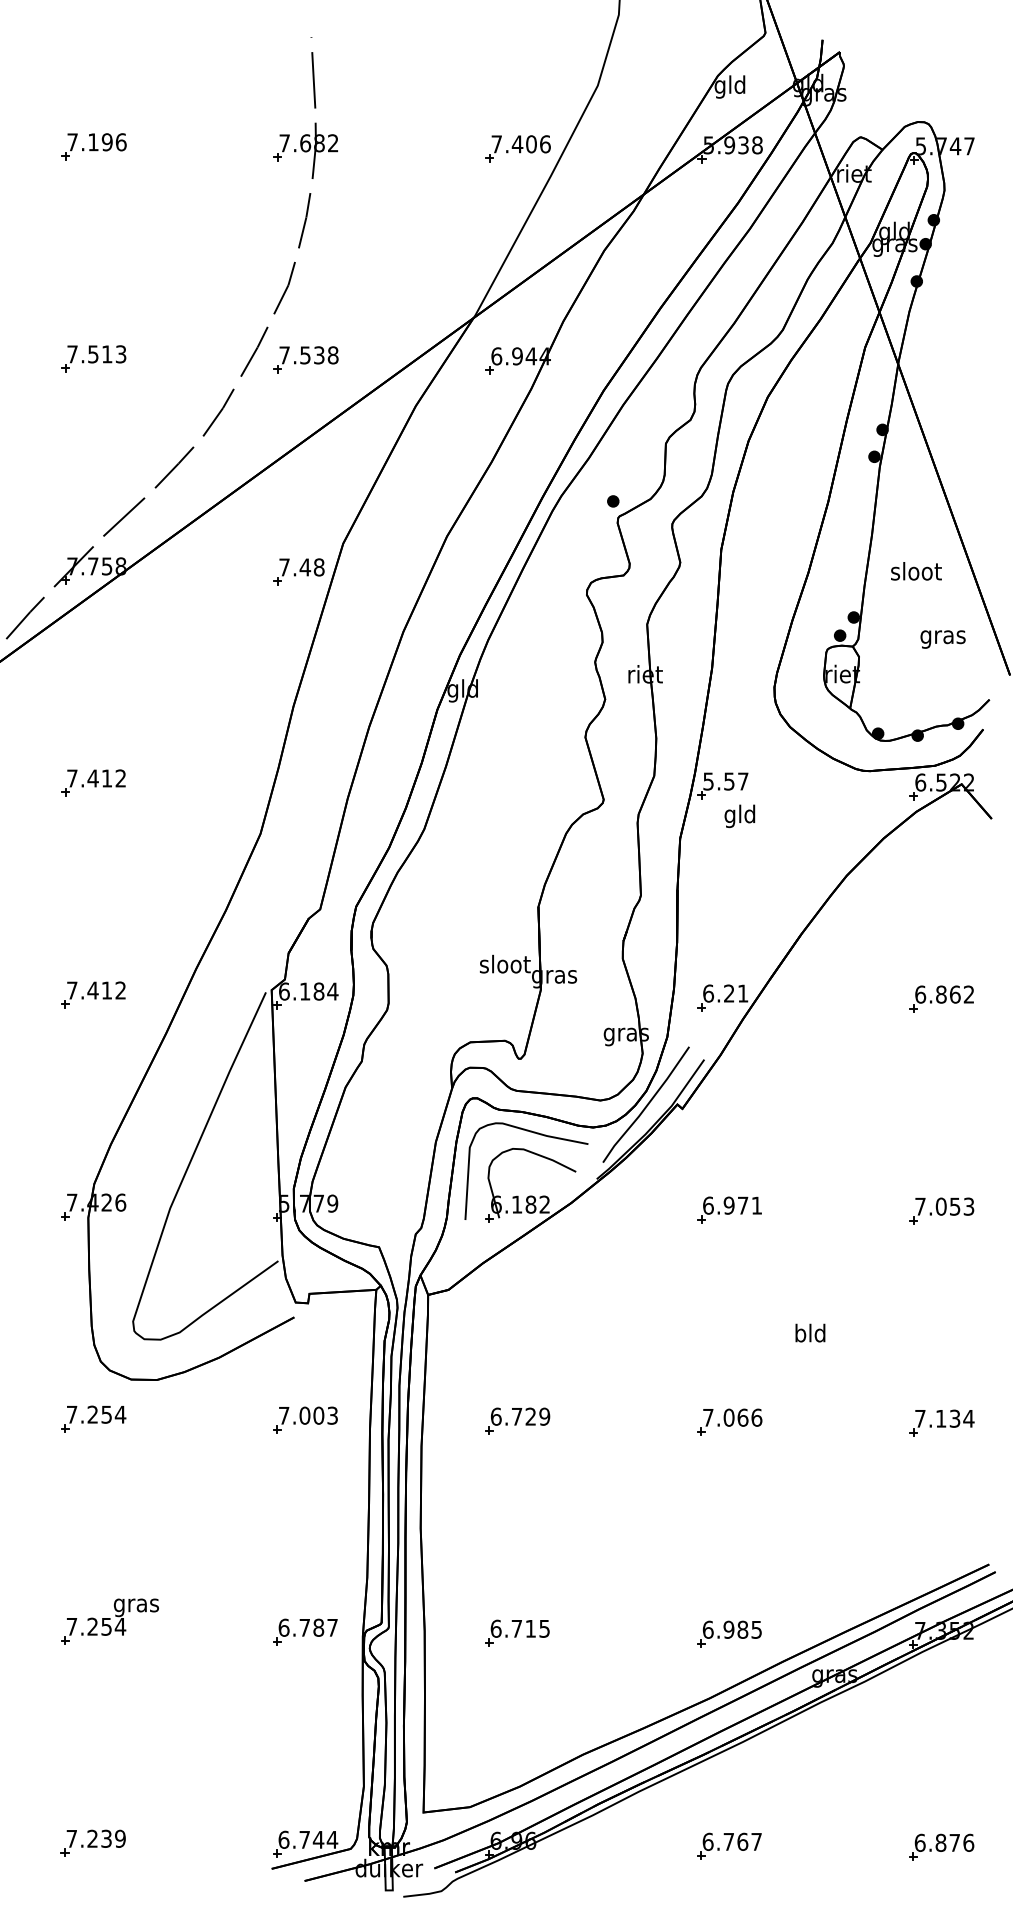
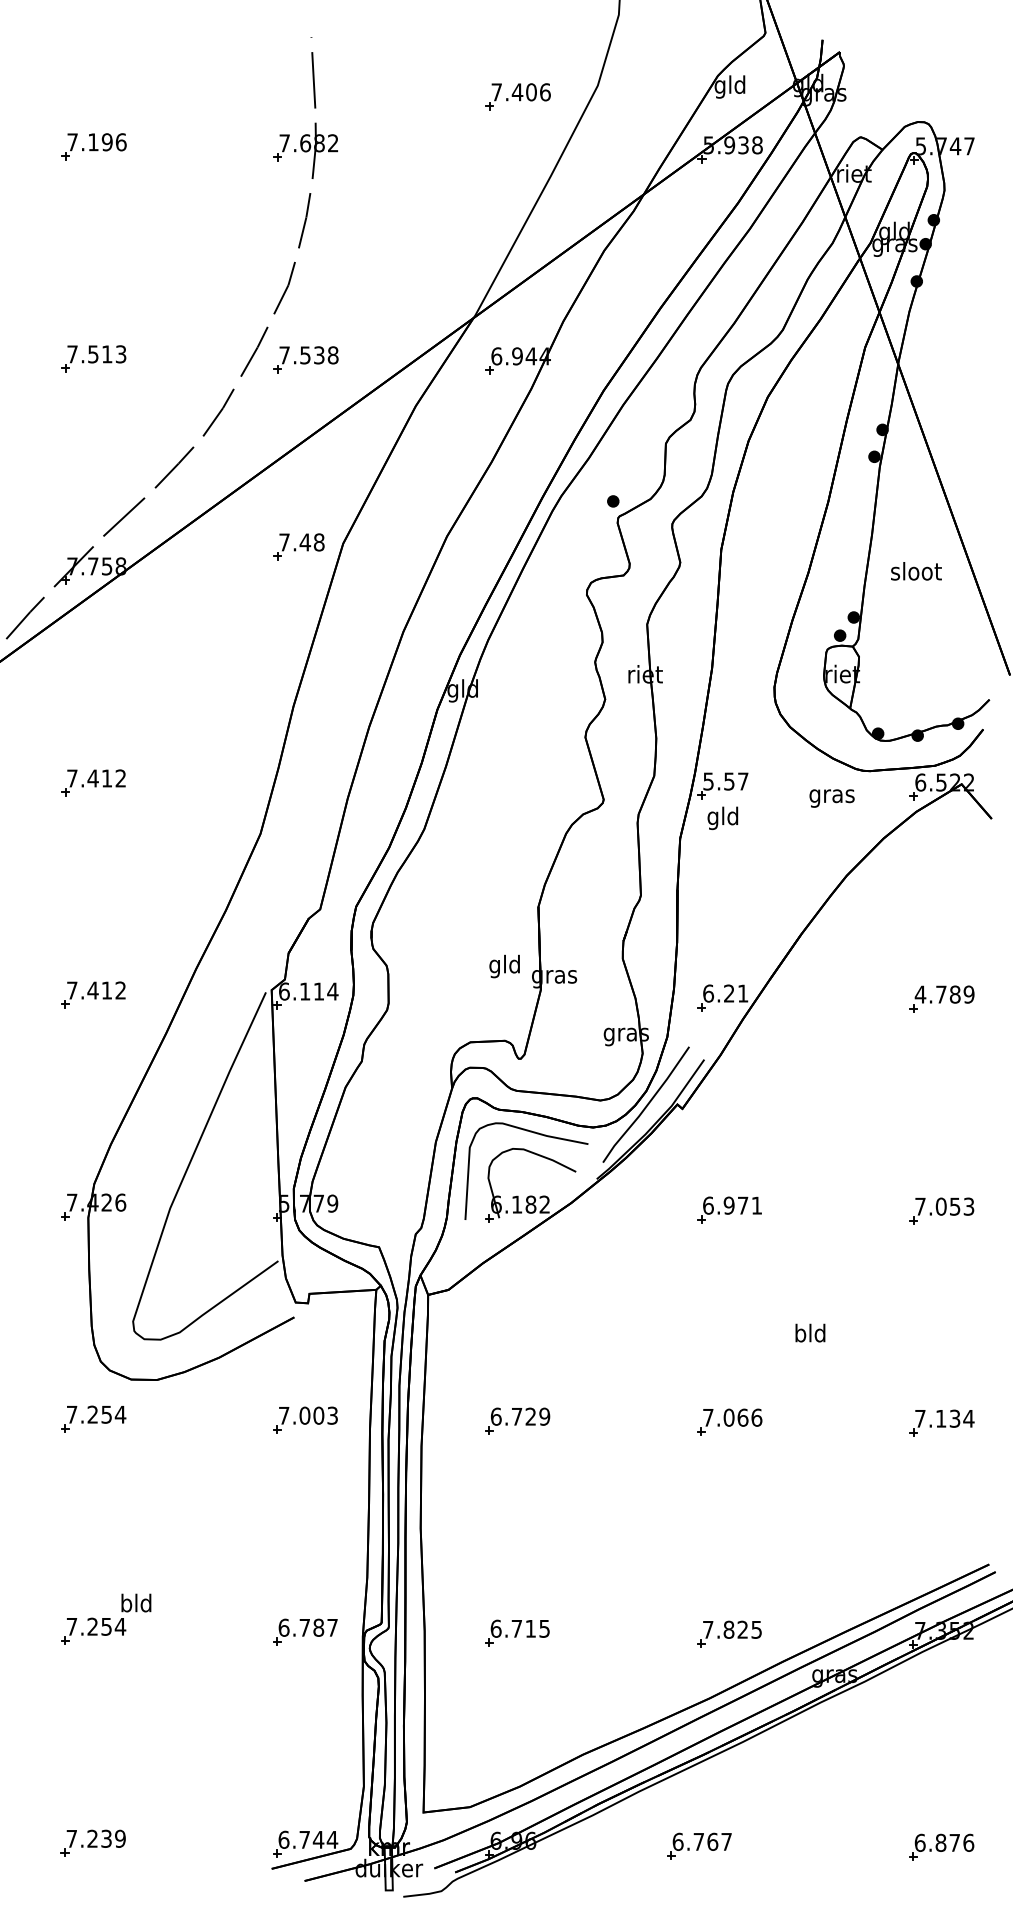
part at (517, 148) position: (517, 148) -> (517, 96)
part at (298, 571) position: (298, 571) -> (298, 546)
text at (942, 639) position: (942, 639) -> (831, 798)
text at (739, 815) position: (739, 815) -> (722, 817)
text at (504, 966): sloot -> gld
text at (318, 991): 6.184 -> 6.114
text at (944, 994): 6.862 -> 4.789
text at (136, 1605): gras -> bld
text at (725, 1629): 6.985 -> 7.825
part at (729, 1845) position: (729, 1845) -> (699, 1845)
